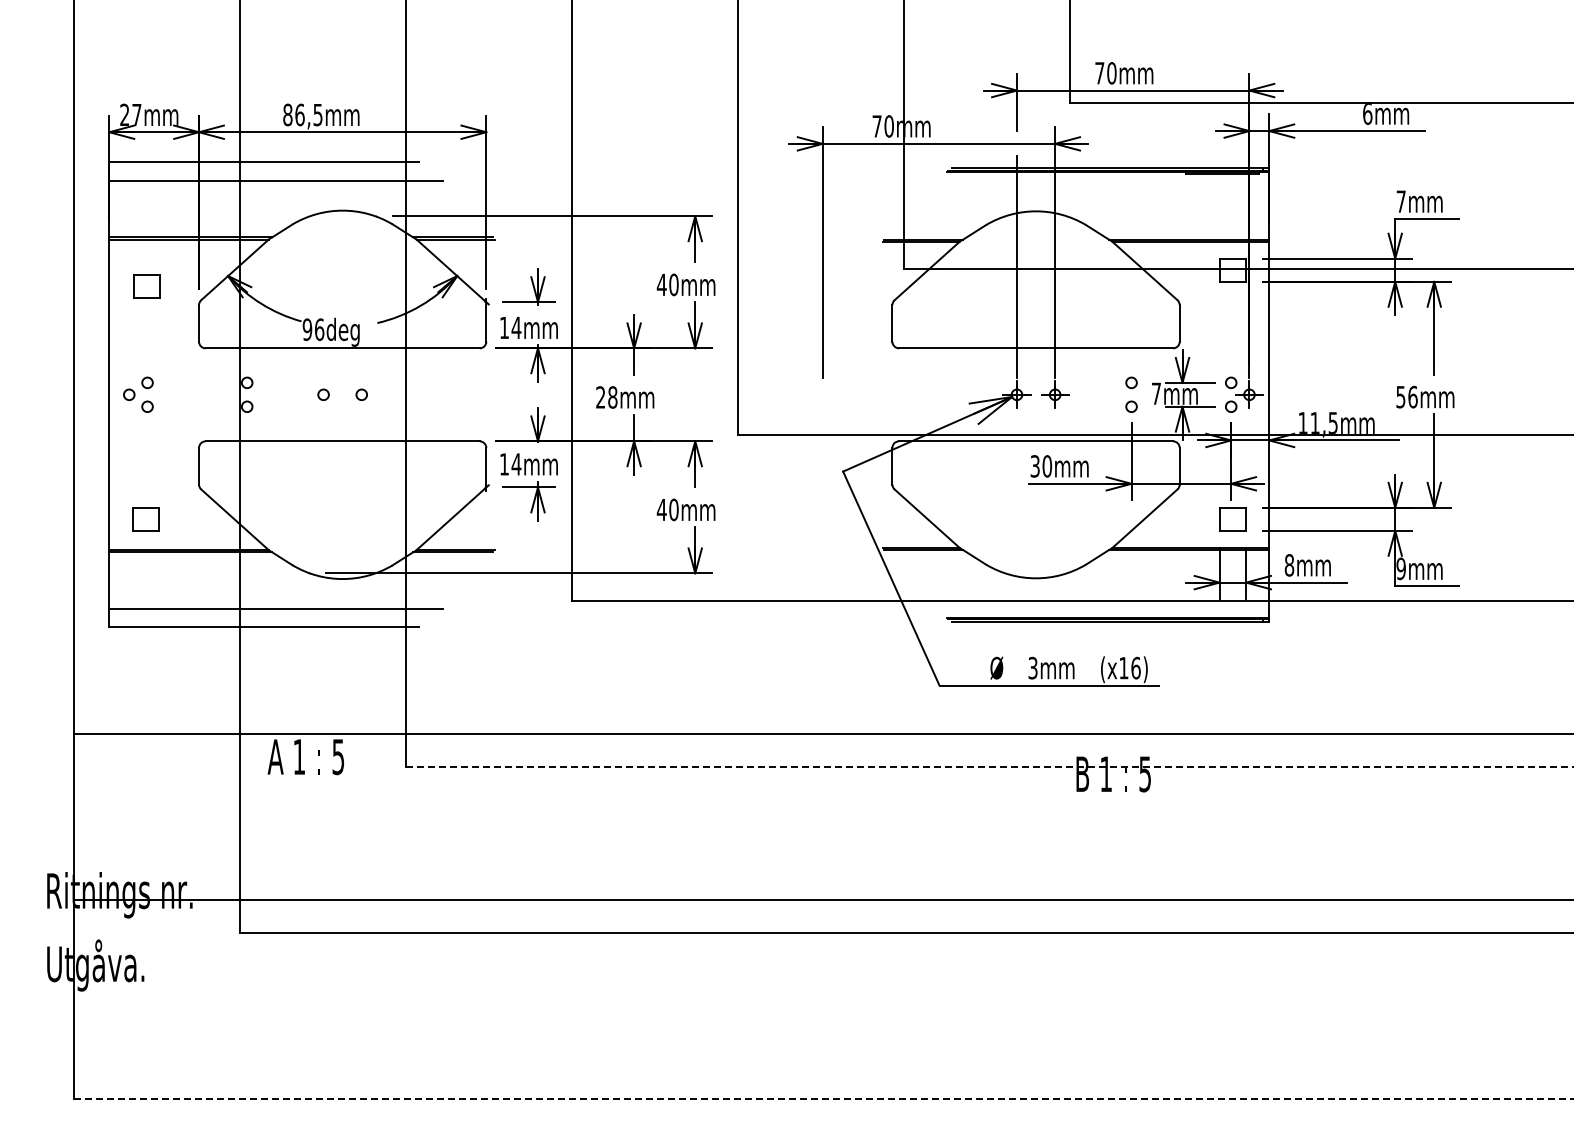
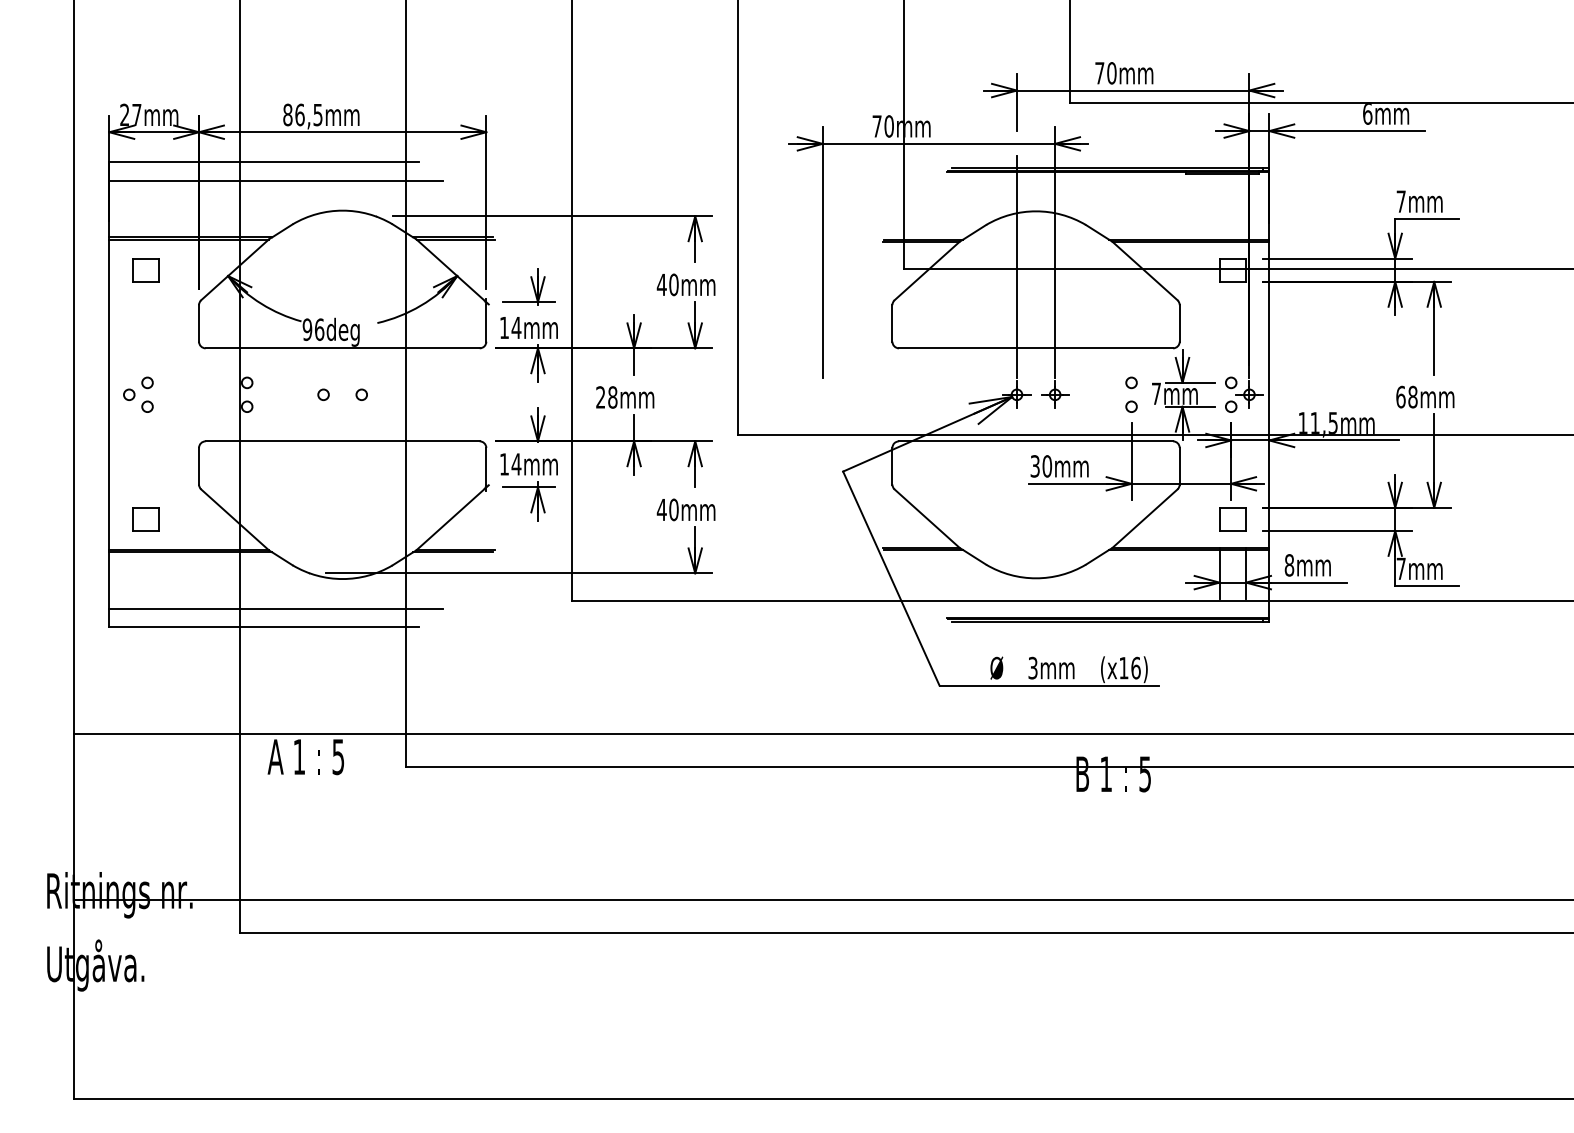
part at (146, 286) position: (146, 286) -> (145, 270)
text at (1406, 396): 56mm -> 68mm
text at (1400, 568): 9mm -> 7mm
line at (989, 766): dashed -> solid
line at (823, 1098): dashed -> solid
